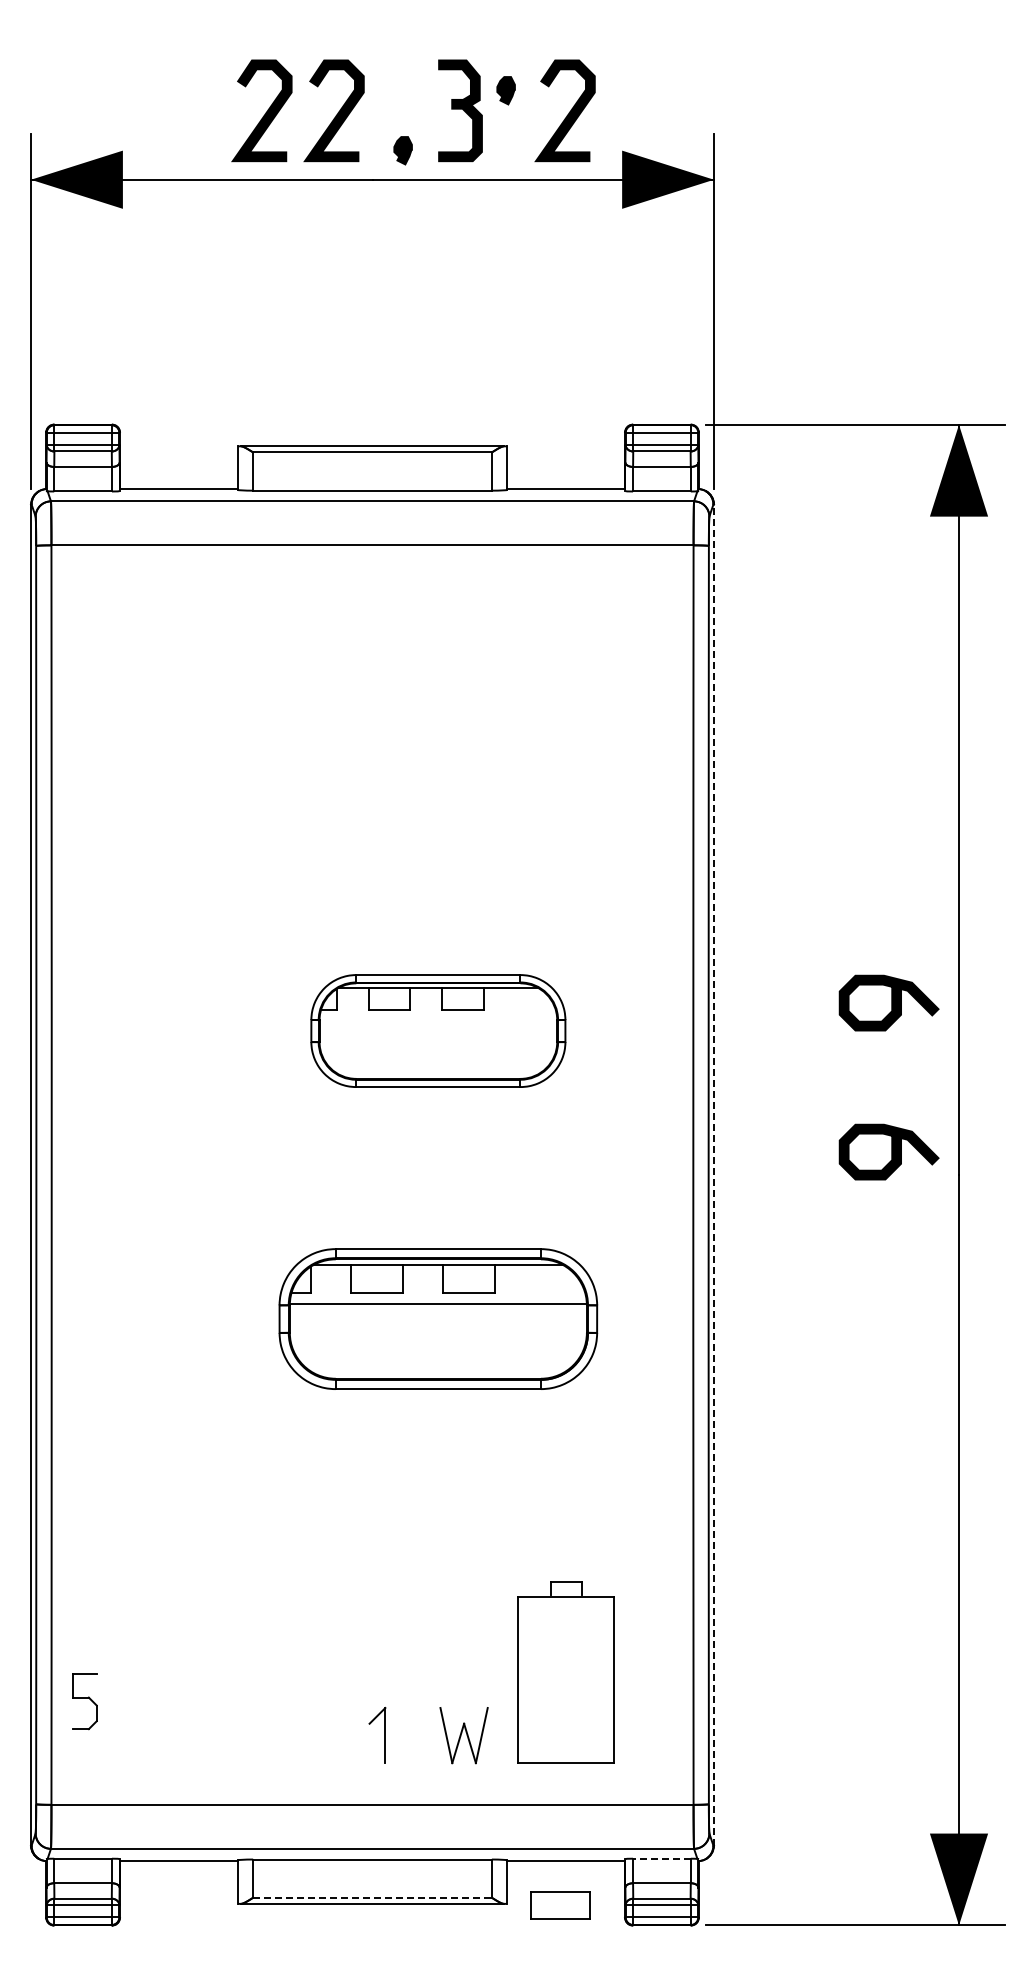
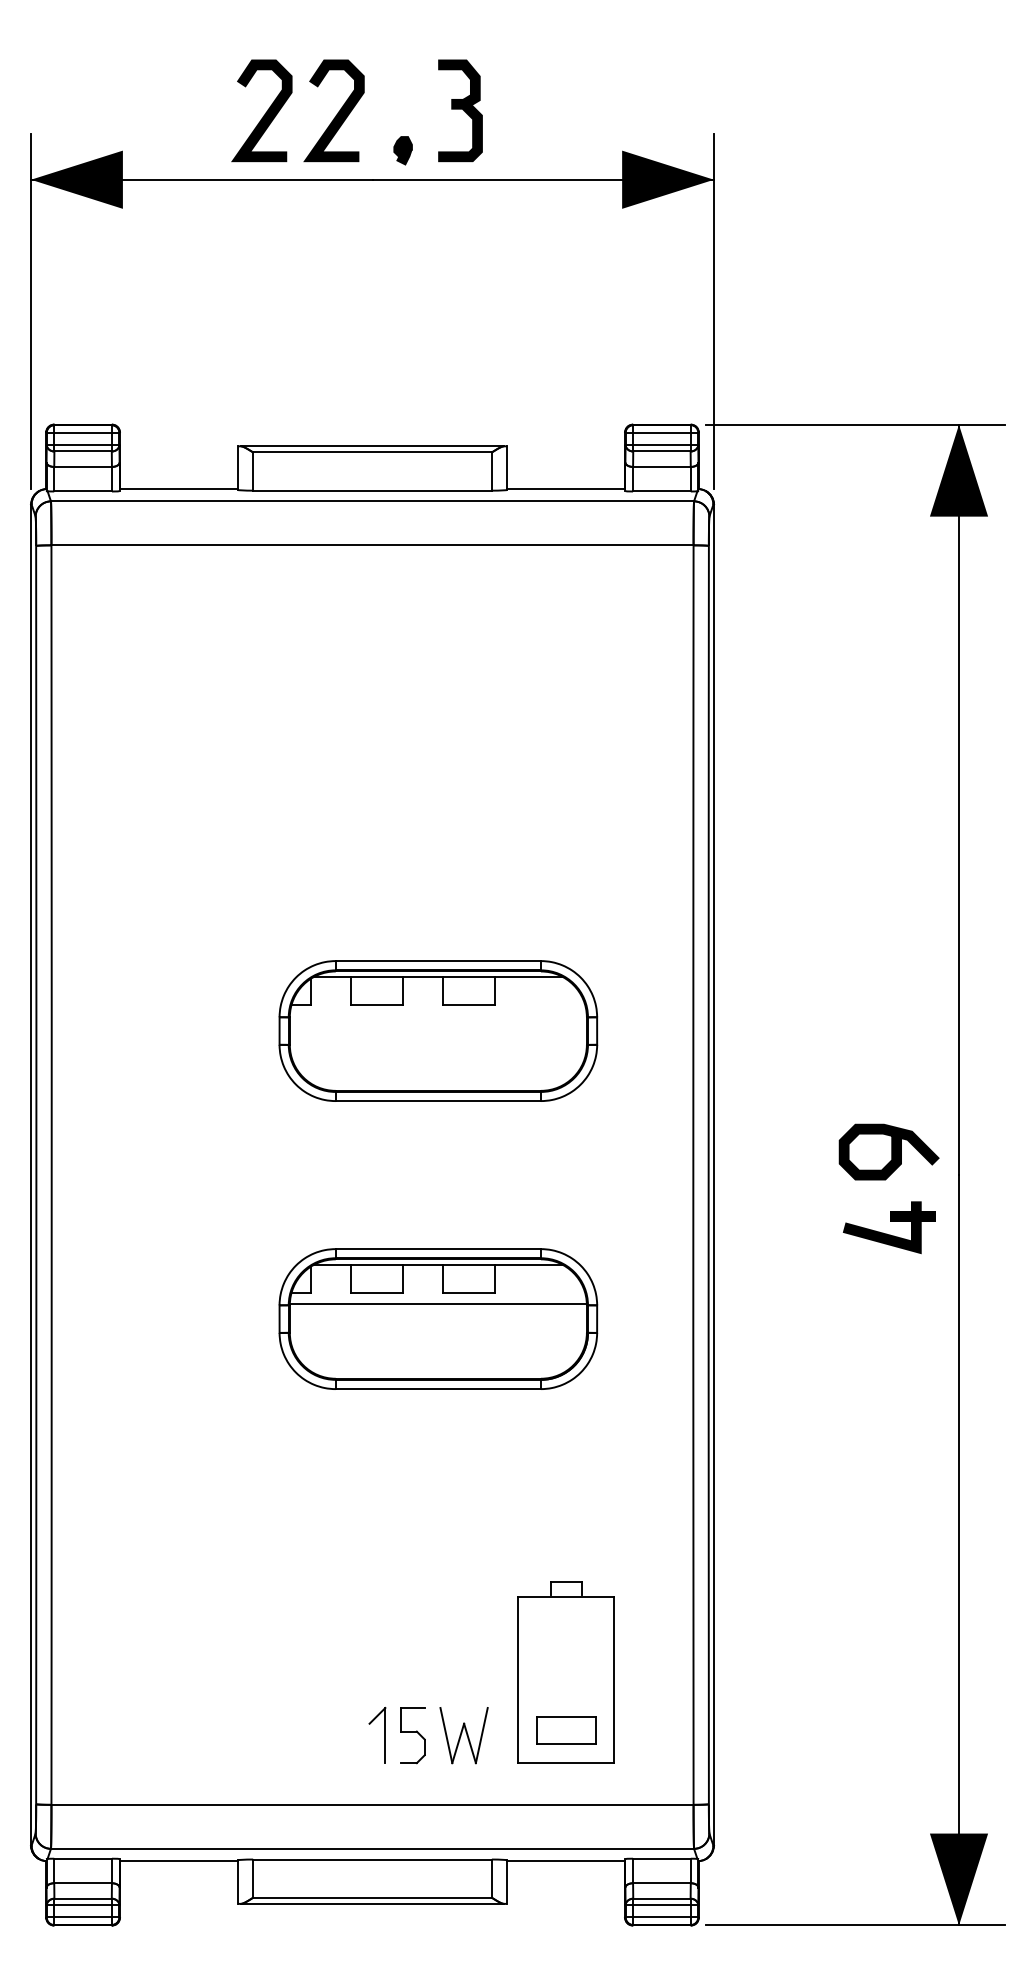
part at (505, 90): present -> none
curve at (568, 112): present -> none
curve at (891, 1002): present -> none
part at (438, 1030) size: 257x114 px -> 321x142 px
line at (714, 1174): dashed -> solid
part at (890, 1221): none -> present
part at (84, 1701) position: (84, 1701) -> (412, 1735)
line at (661, 1858): dashed -> solid
line at (373, 1897): dashed -> solid
part at (560, 1905) position: (560, 1905) -> (566, 1730)
